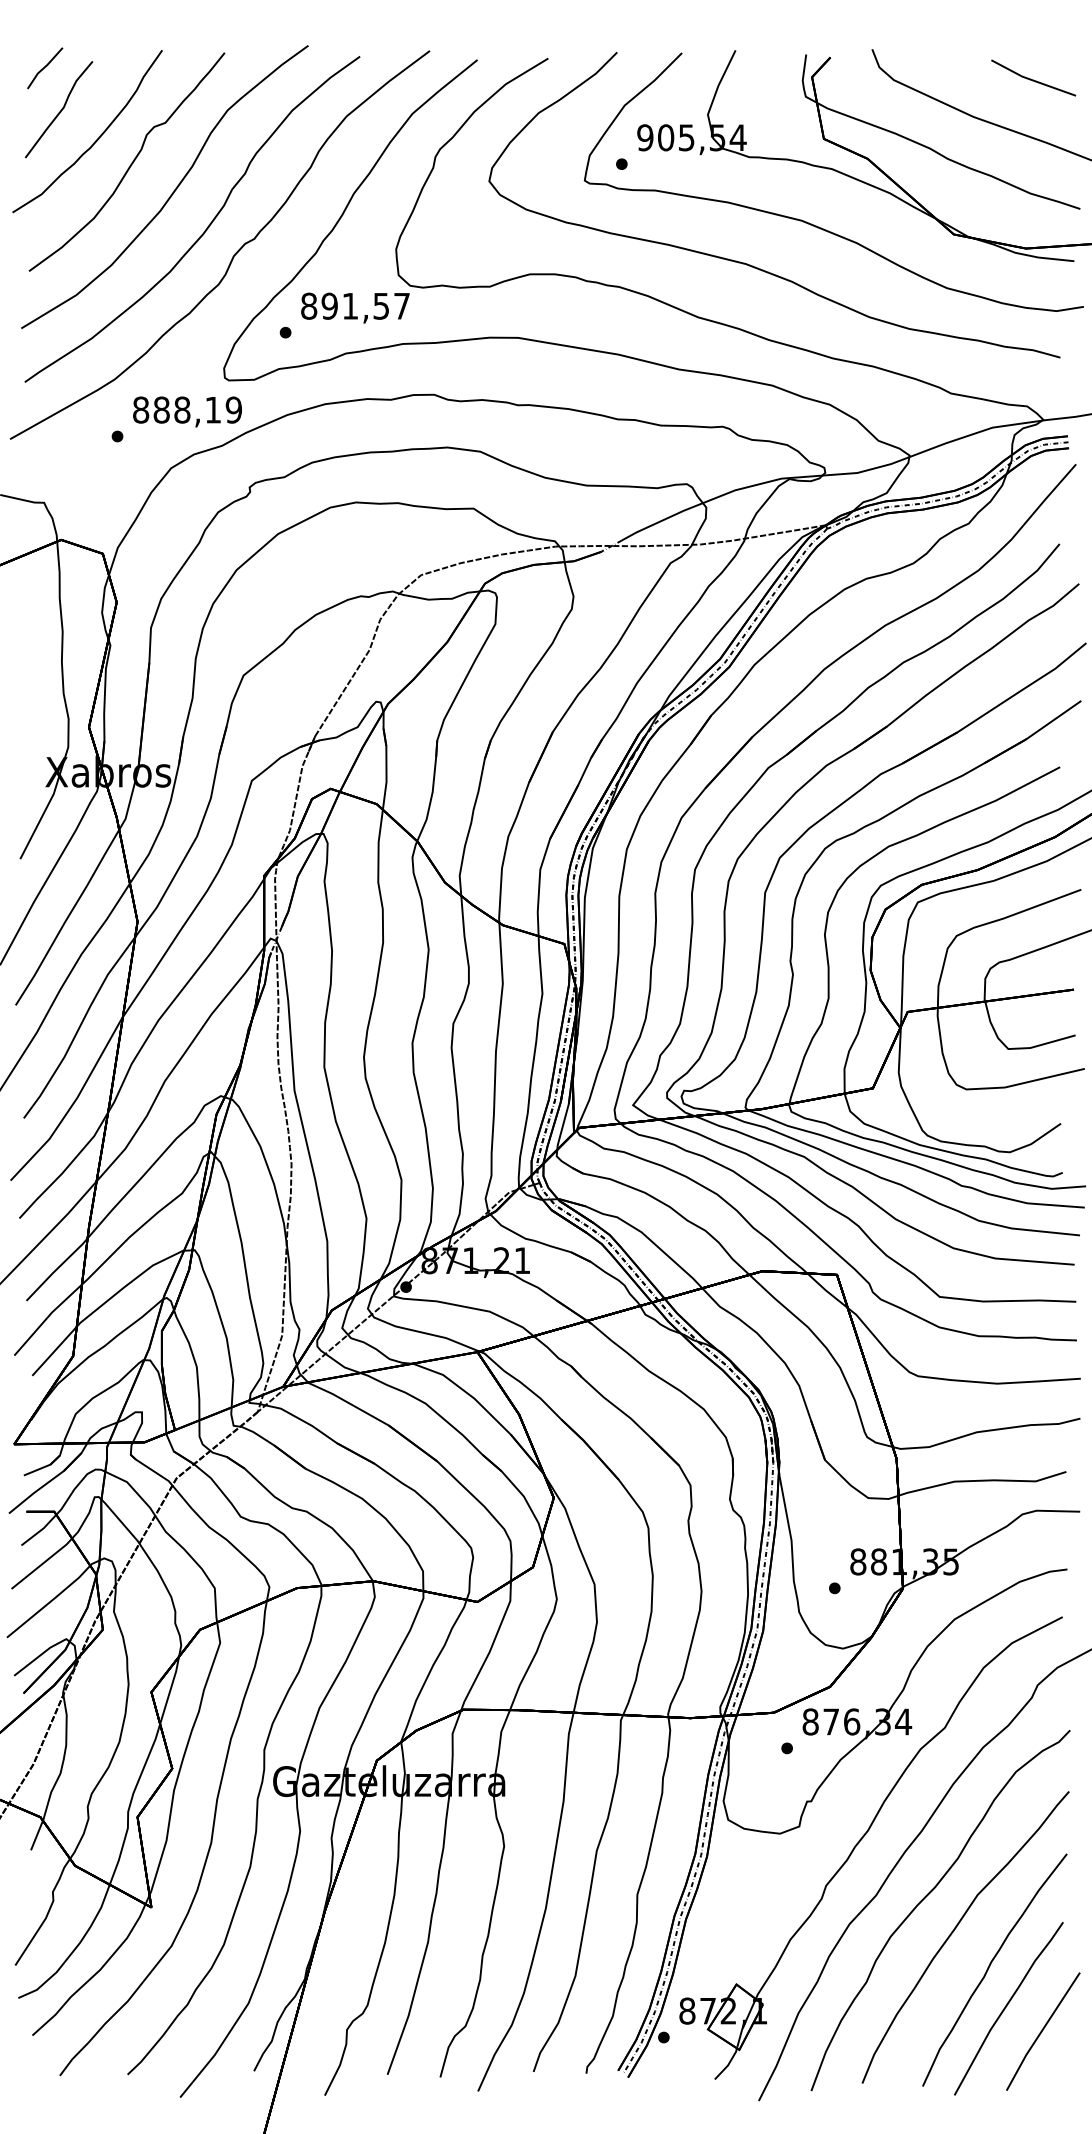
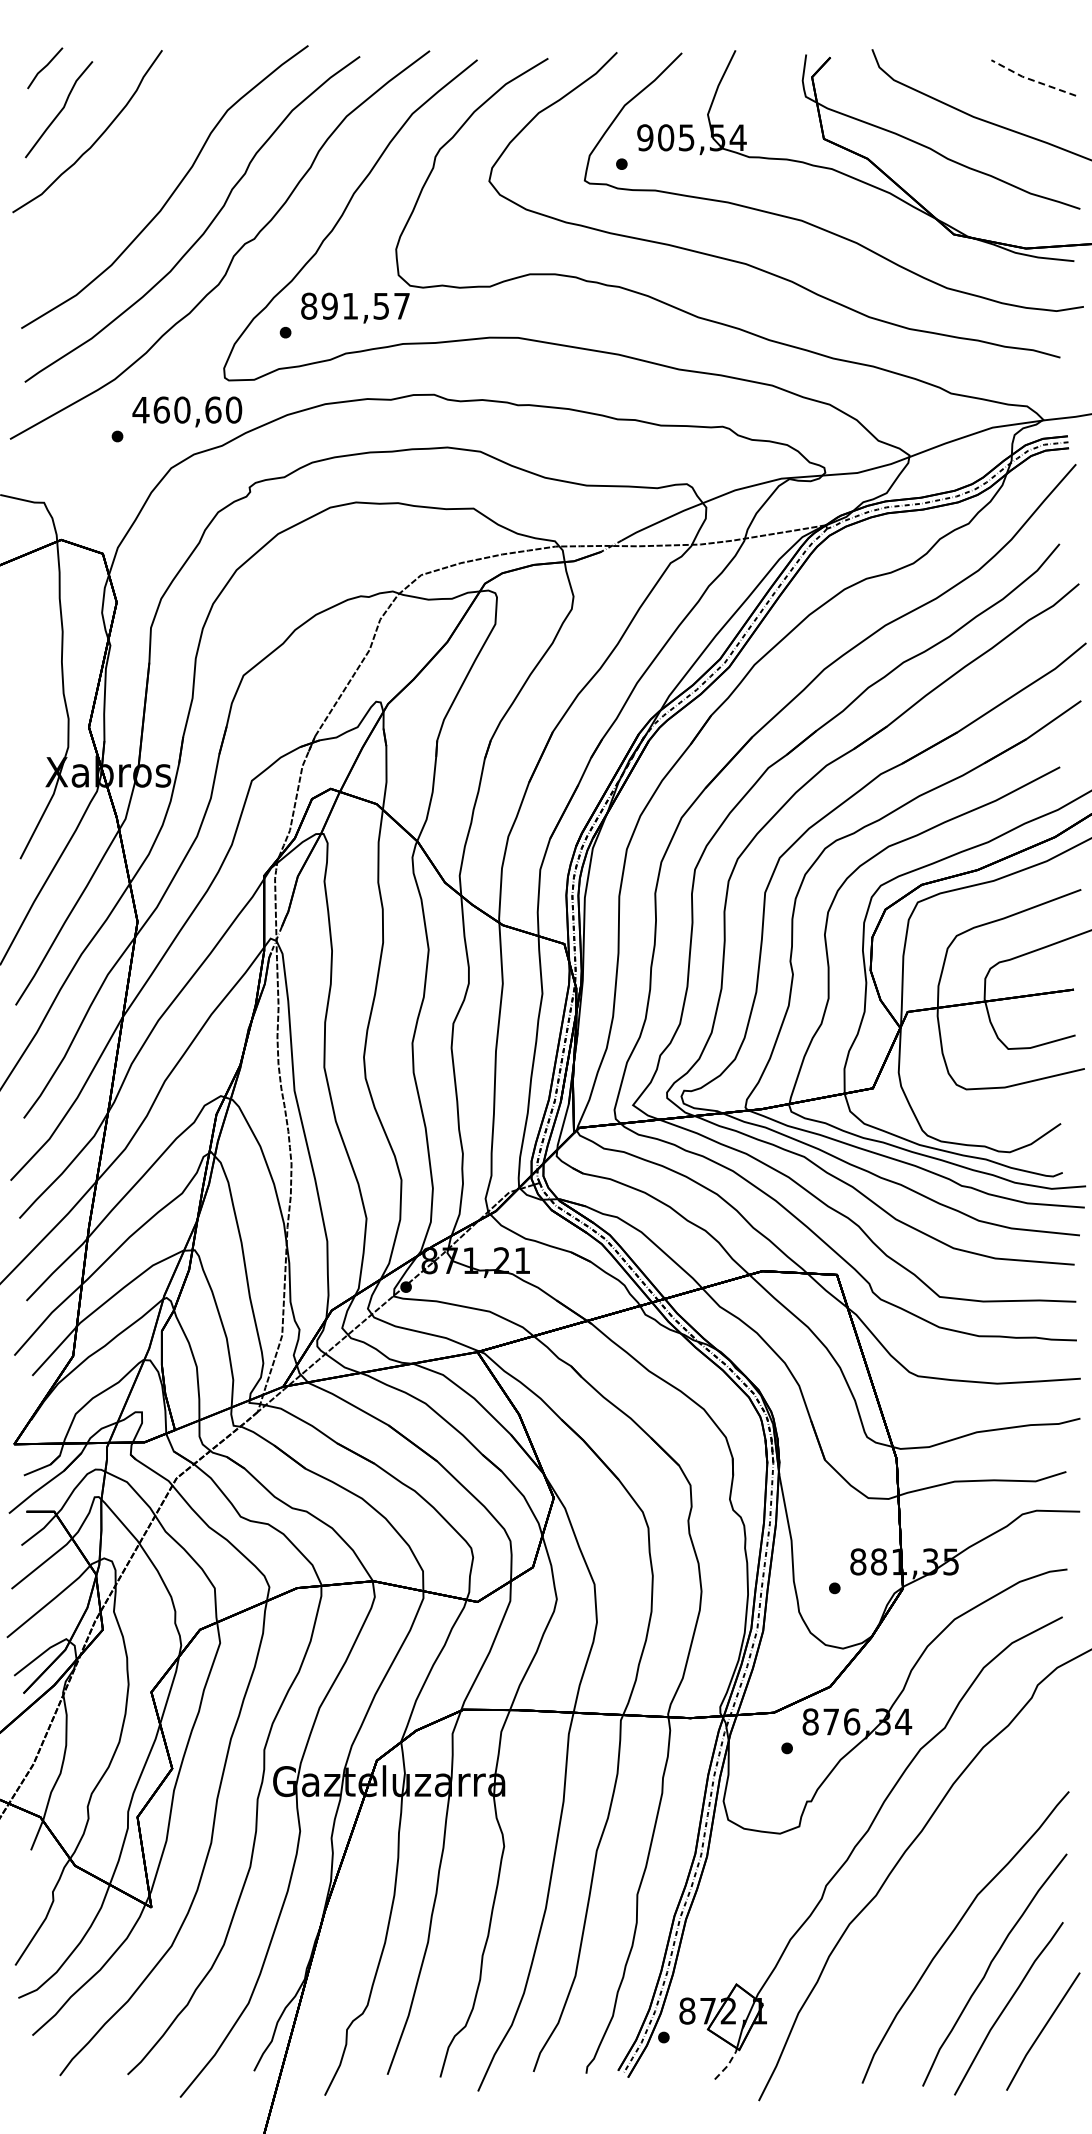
line at (1031, 80): solid -> dashed
curve at (130, 164): present -> none
text at (187, 409): 888,19 -> 460,60
curve at (927, 1896): present -> none
line at (728, 2065): solid -> dashed
